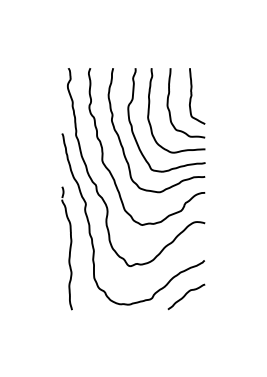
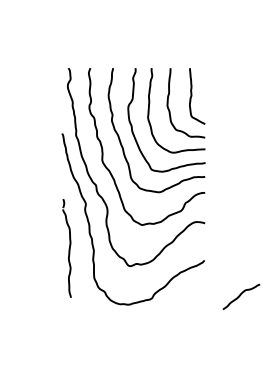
part at (66, 248) size: 12x125 px -> 10x99 px
curve at (186, 295) position: (186, 295) -> (241, 295)
